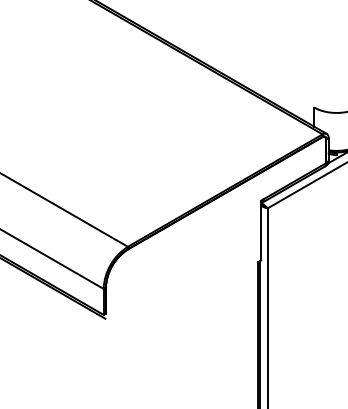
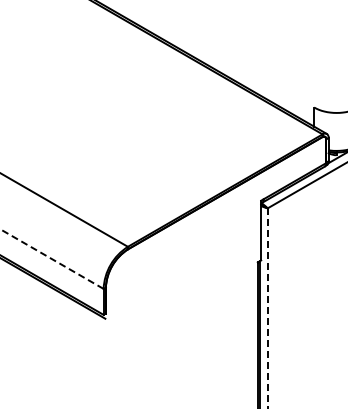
line at (51, 258): solid -> dashed
line at (267, 308): solid -> dashed
